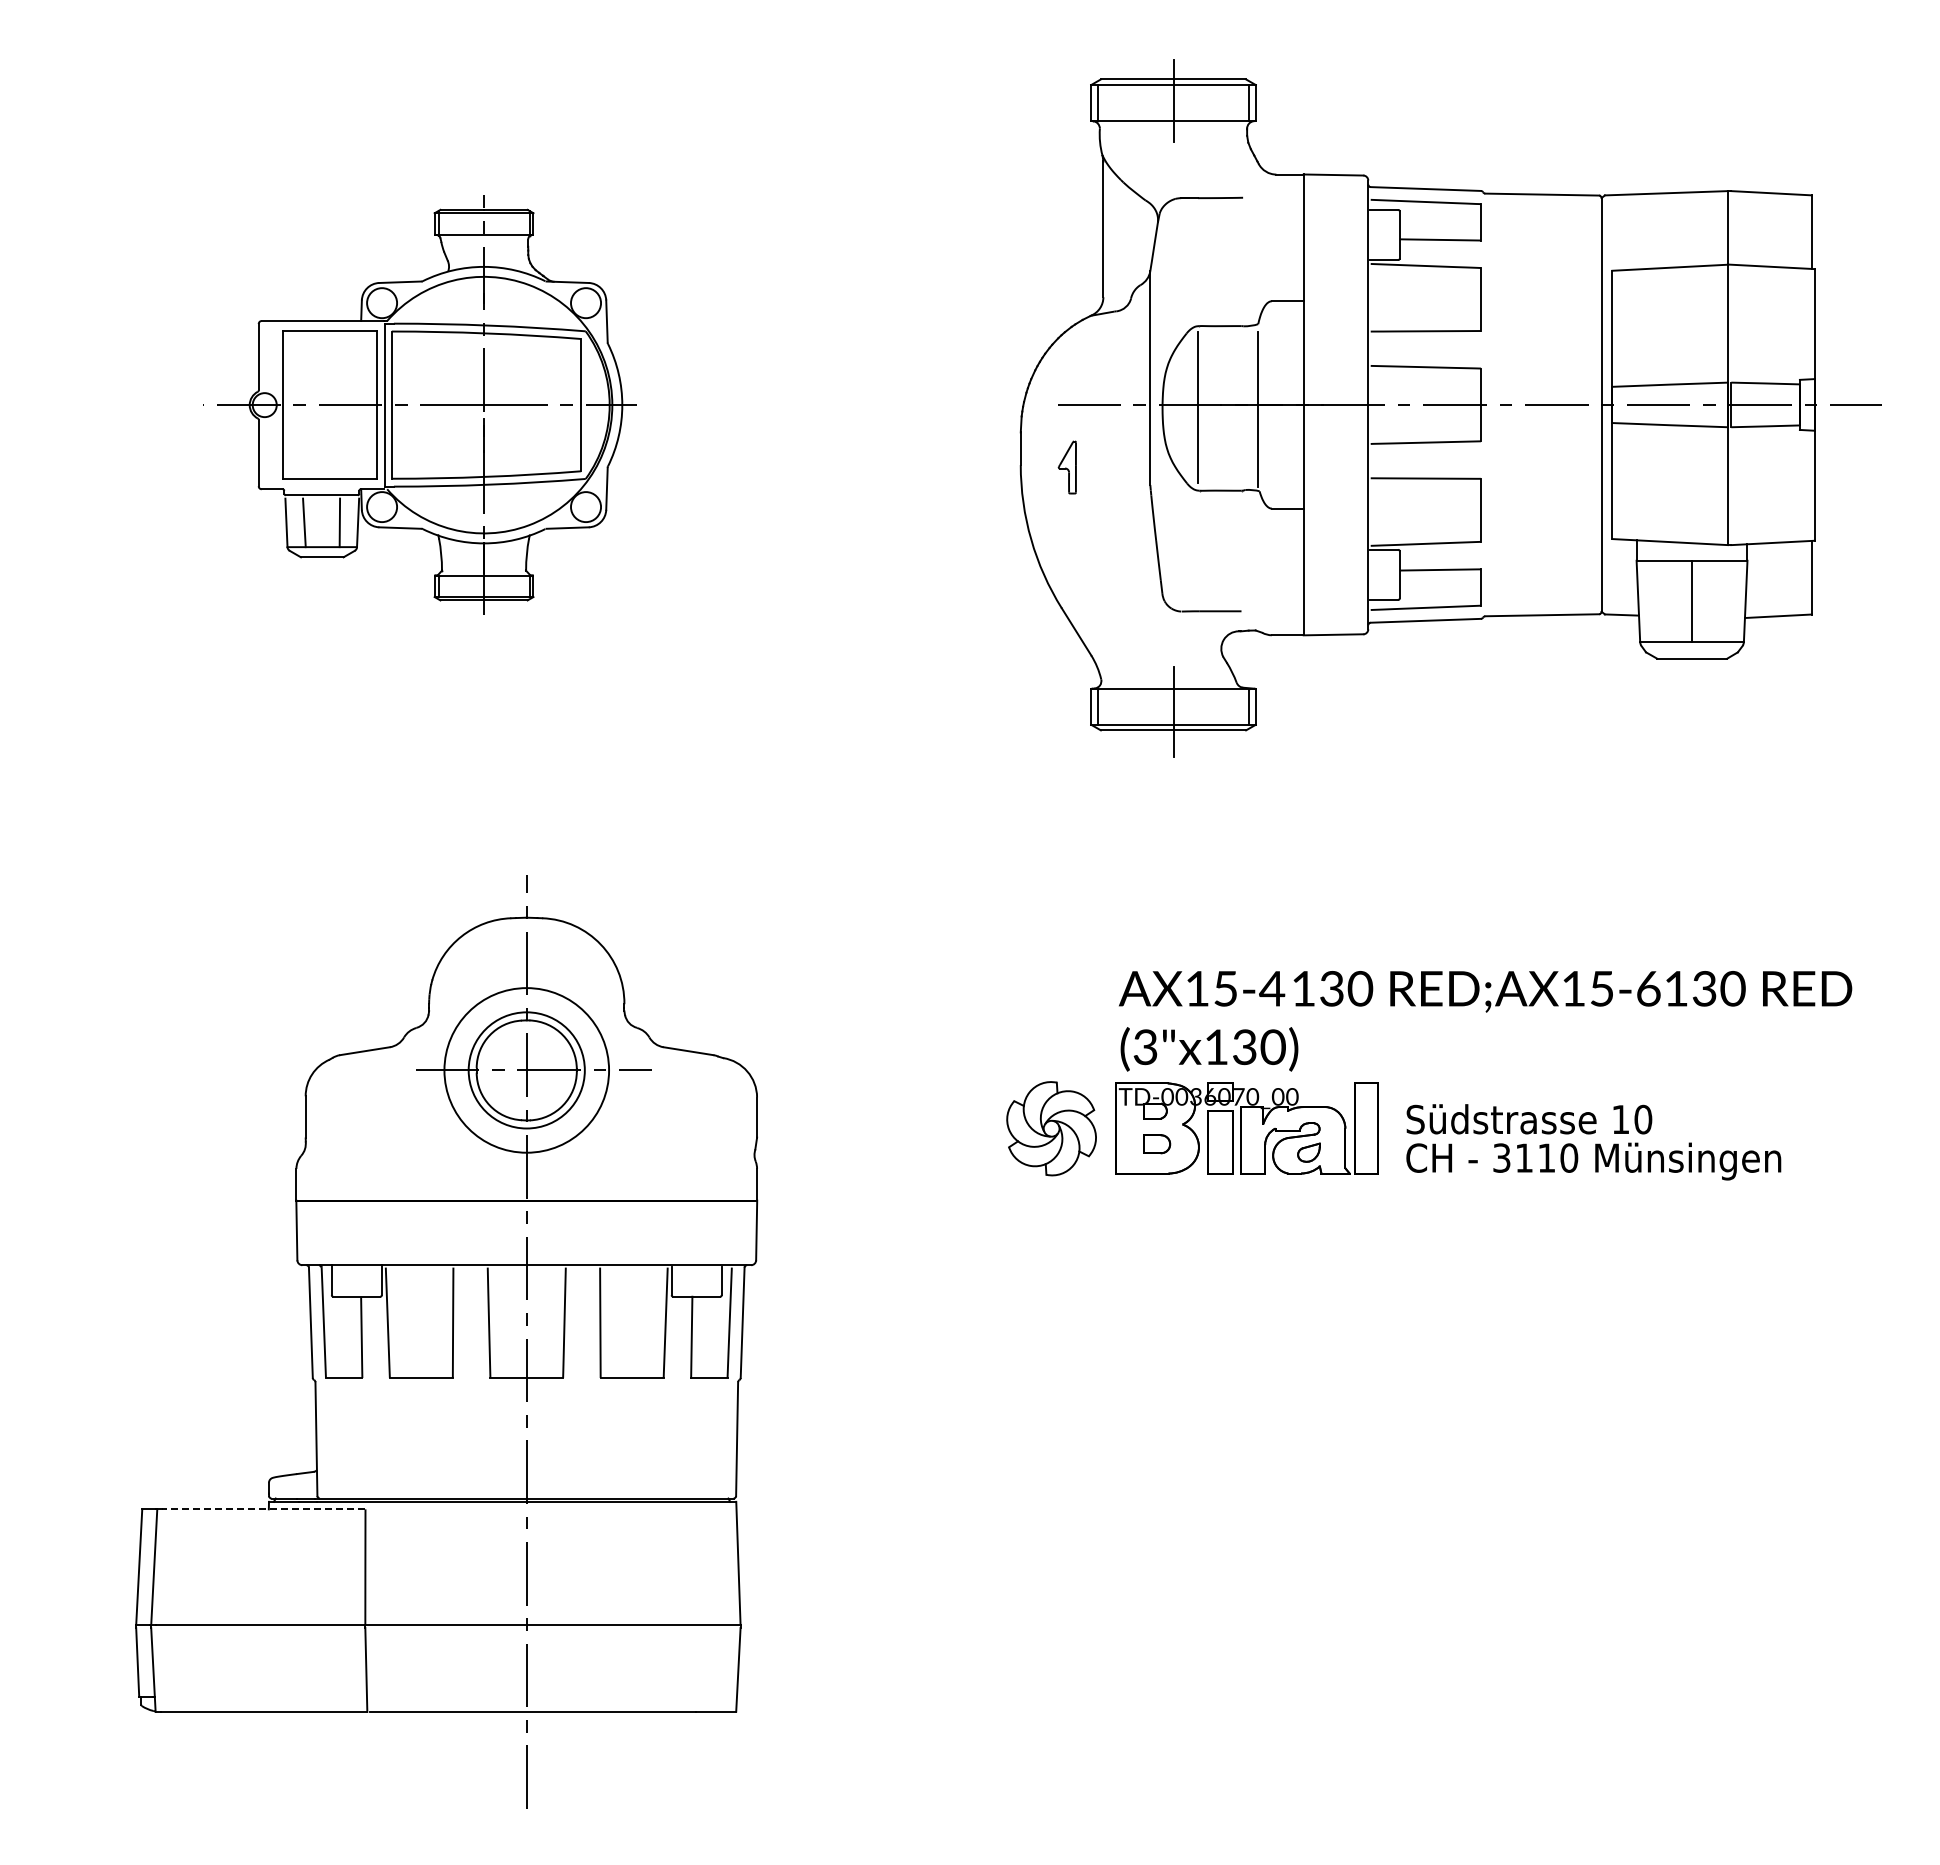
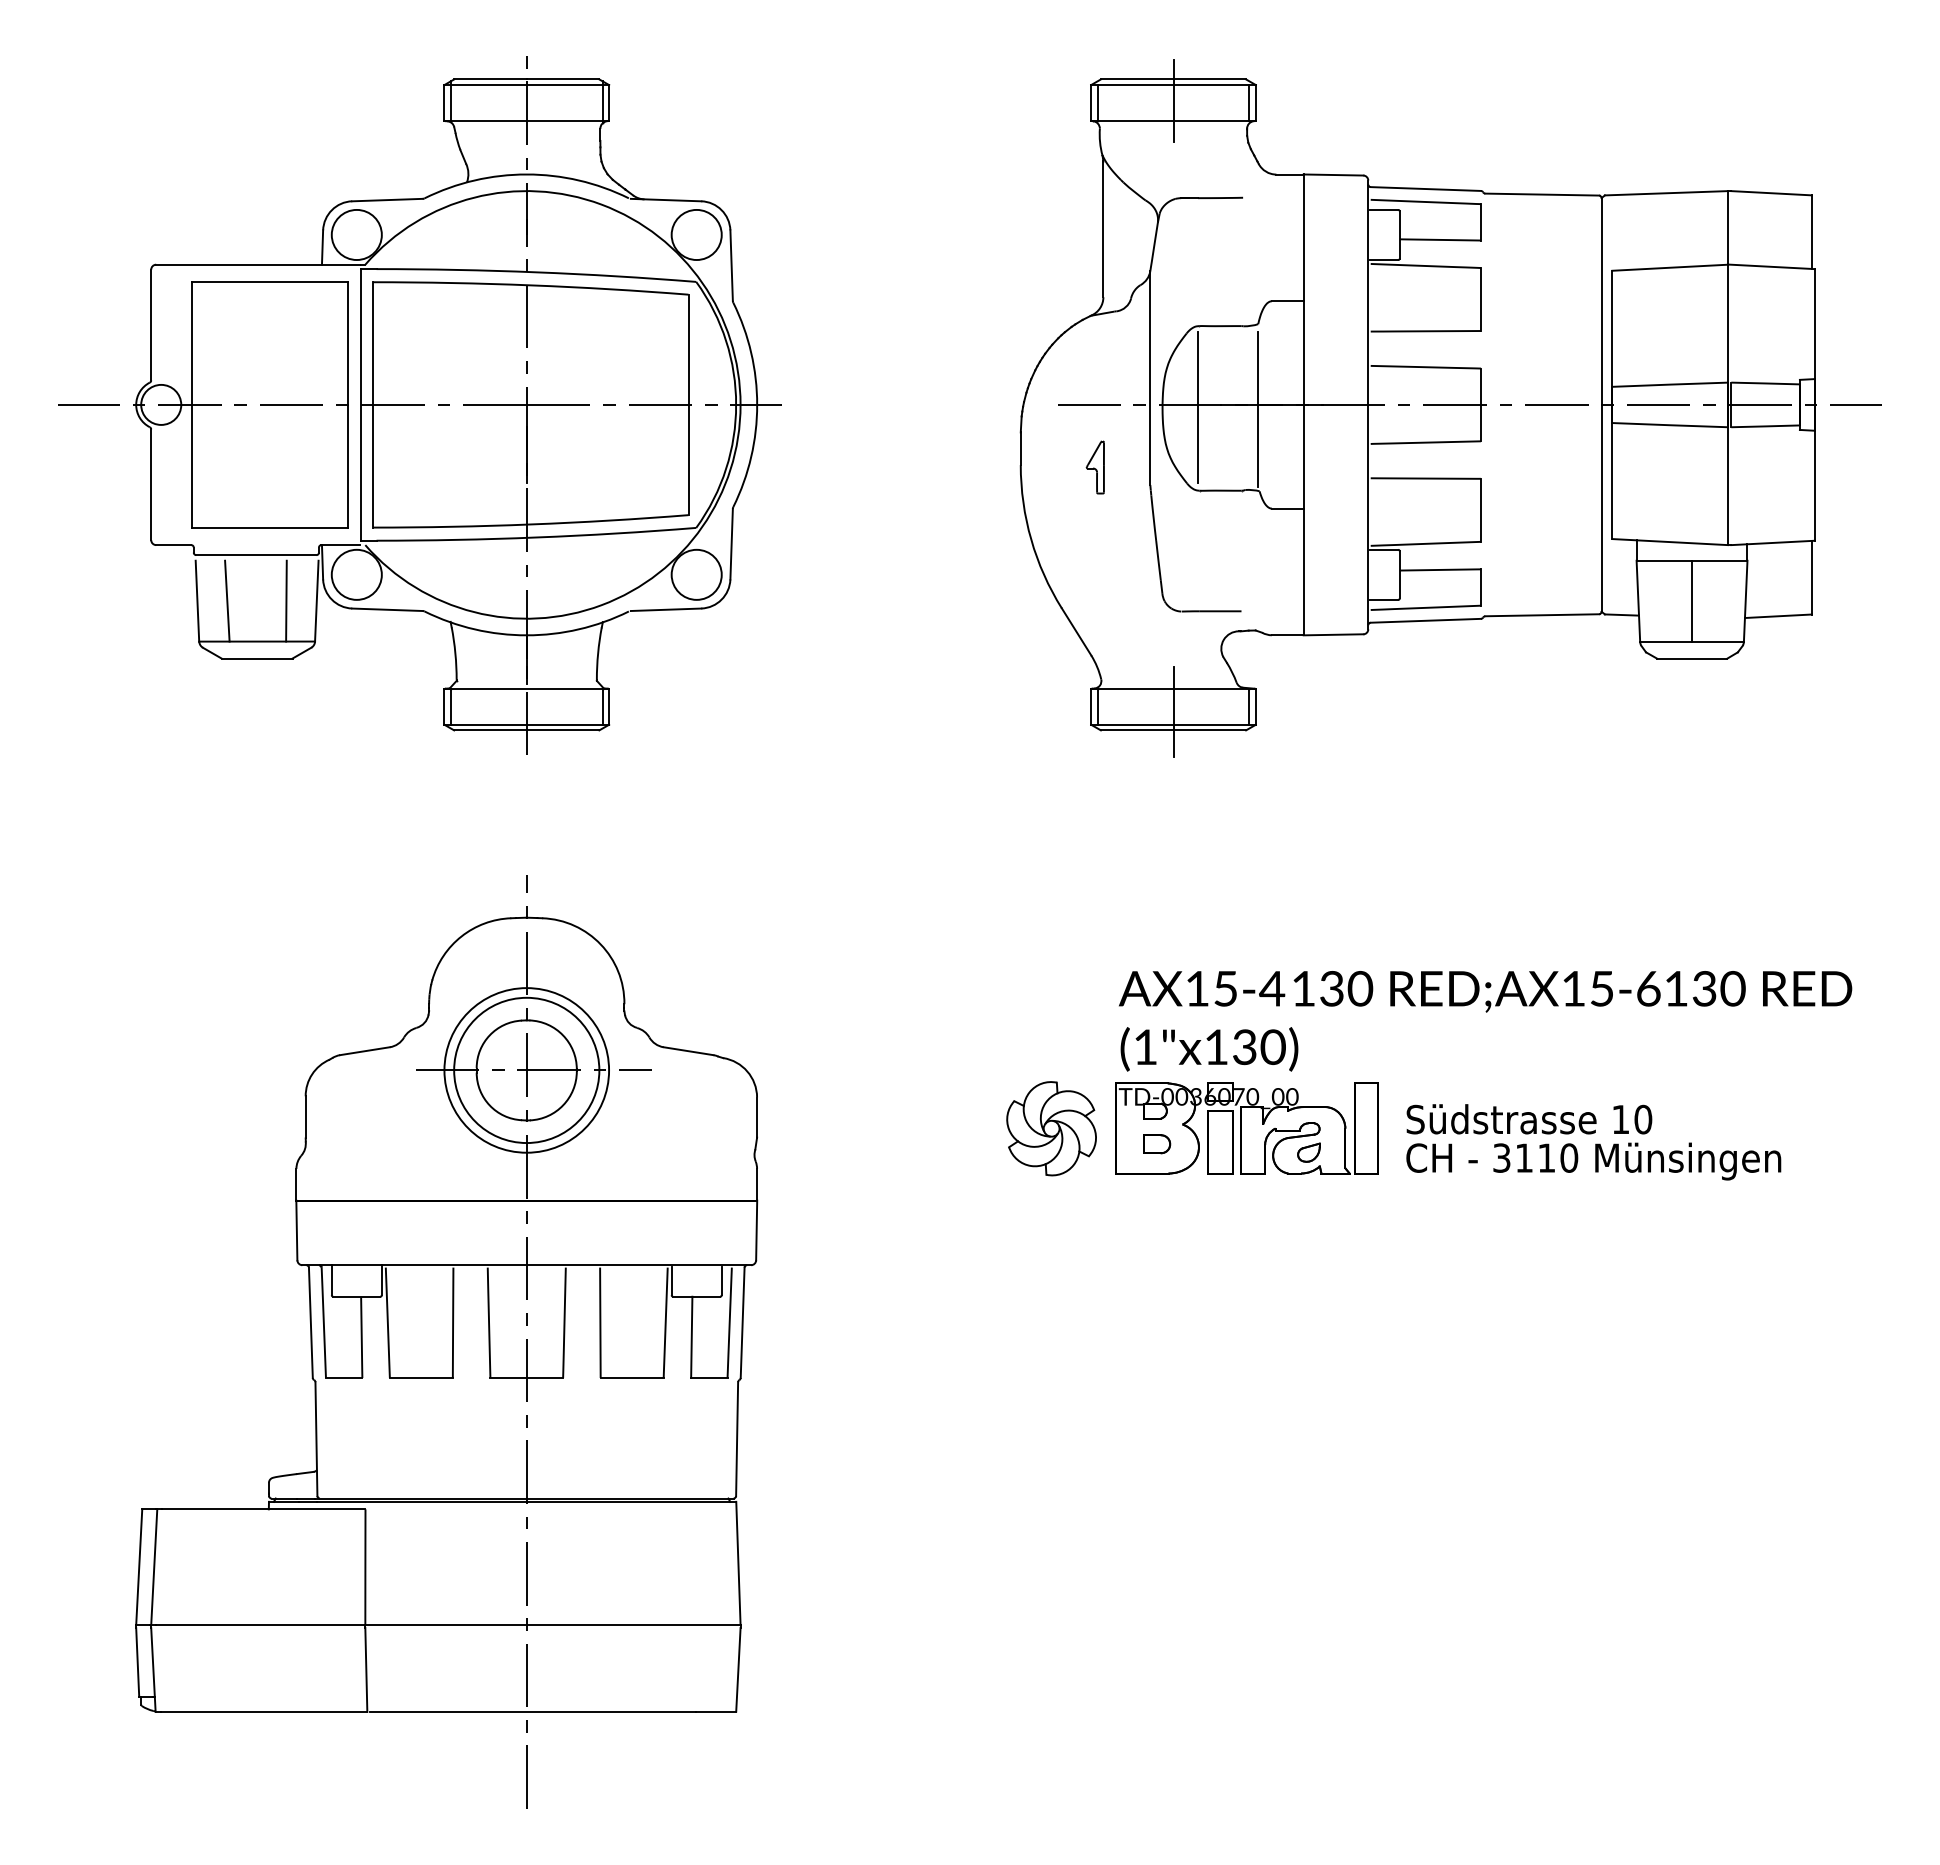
part at (419, 404) size: 434x420 px -> 724x699 px
part at (1066, 467) position: (1066, 467) -> (1094, 467)
text at (1145, 1047): (3"x130) -> (1"x130)
circle at (526, 1070) diameter: 116 px -> 145 px
line at (263, 1509): dashed -> solid
